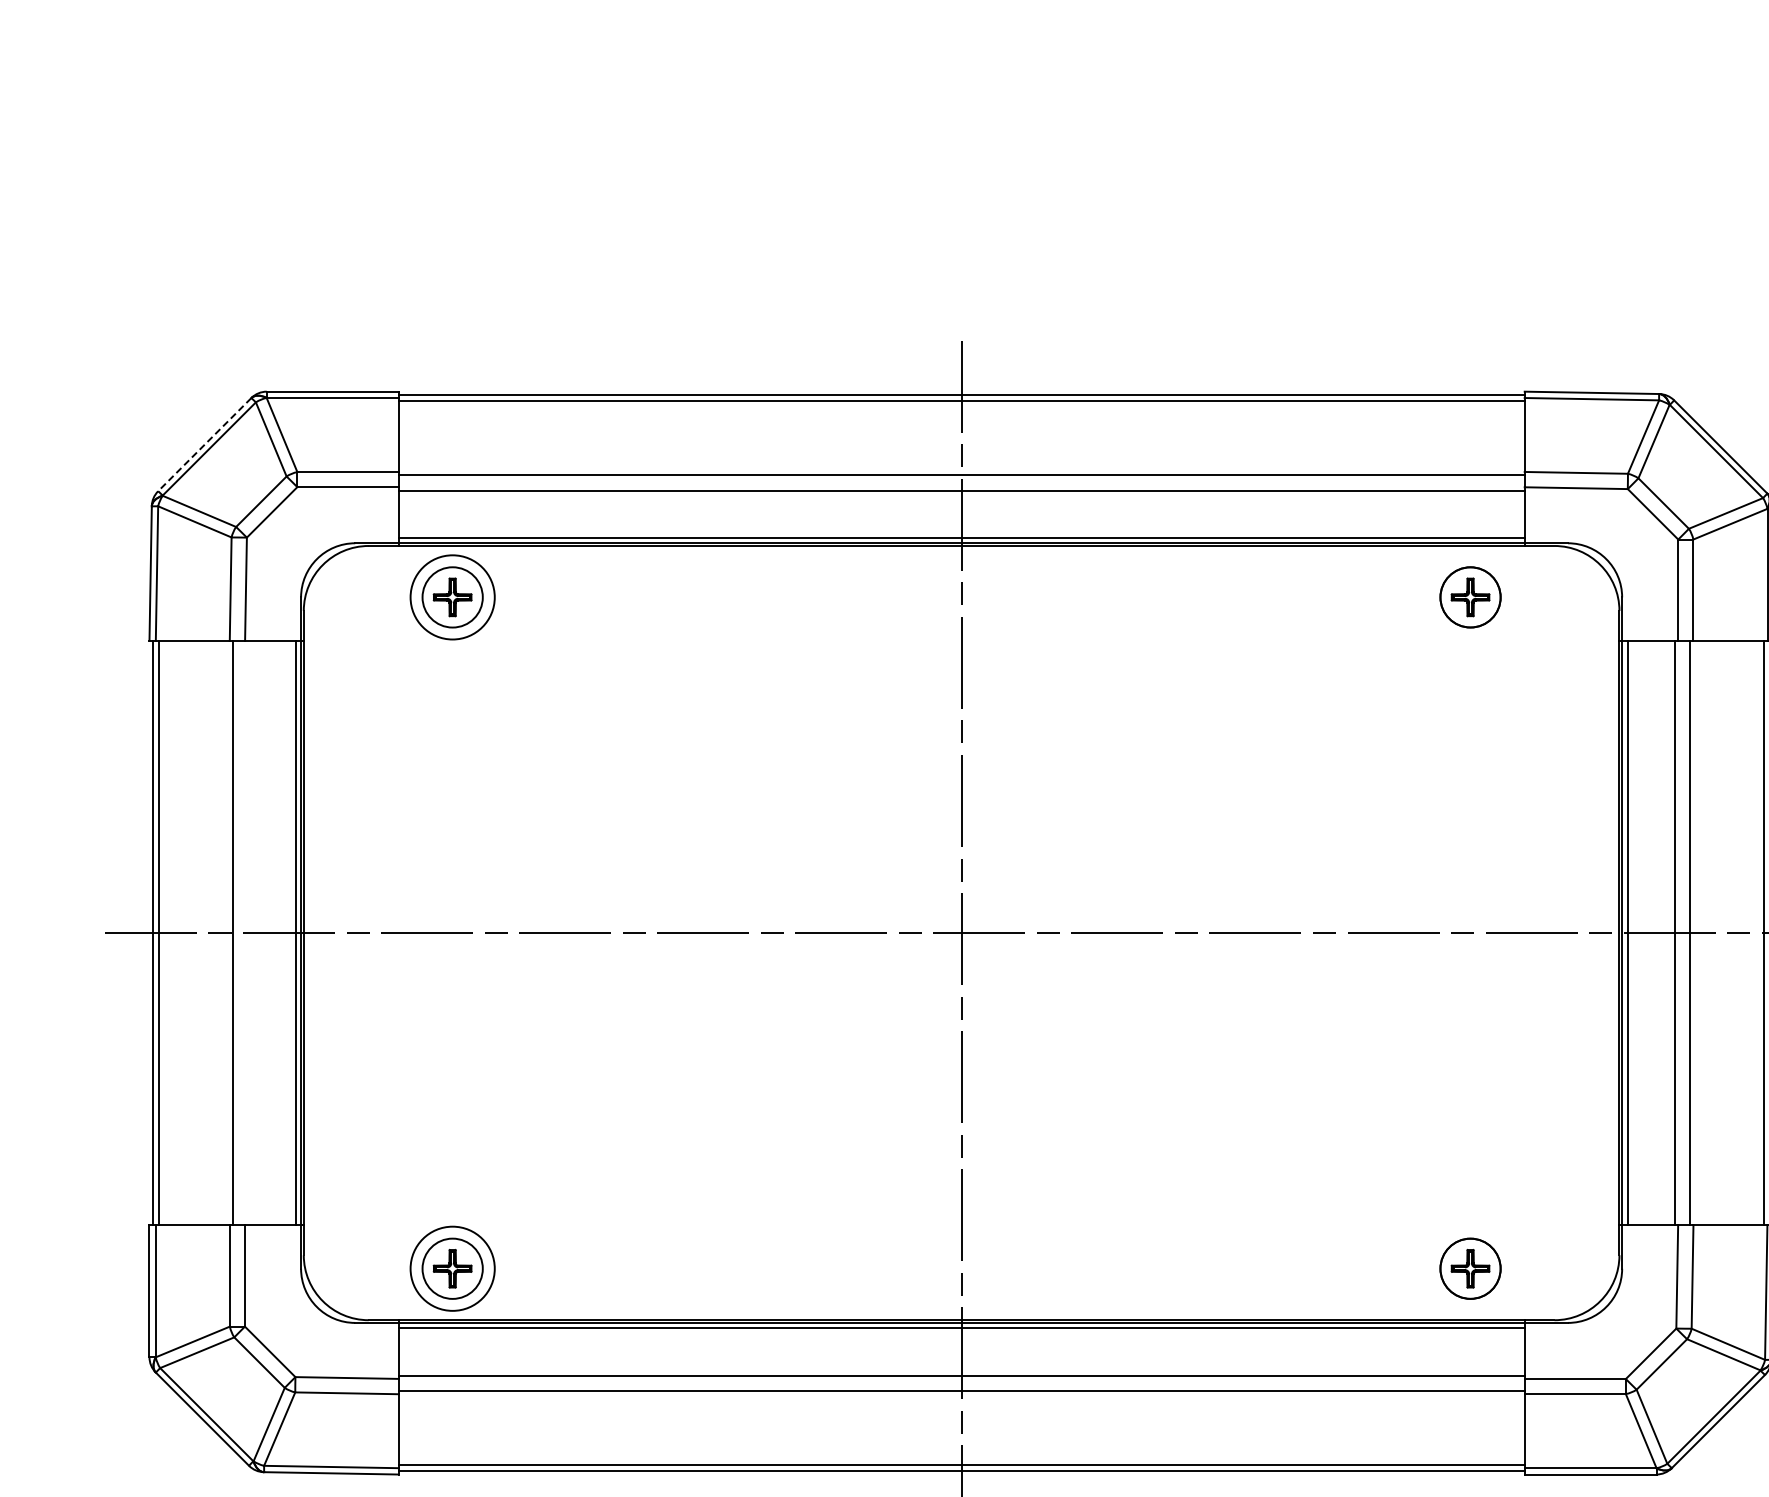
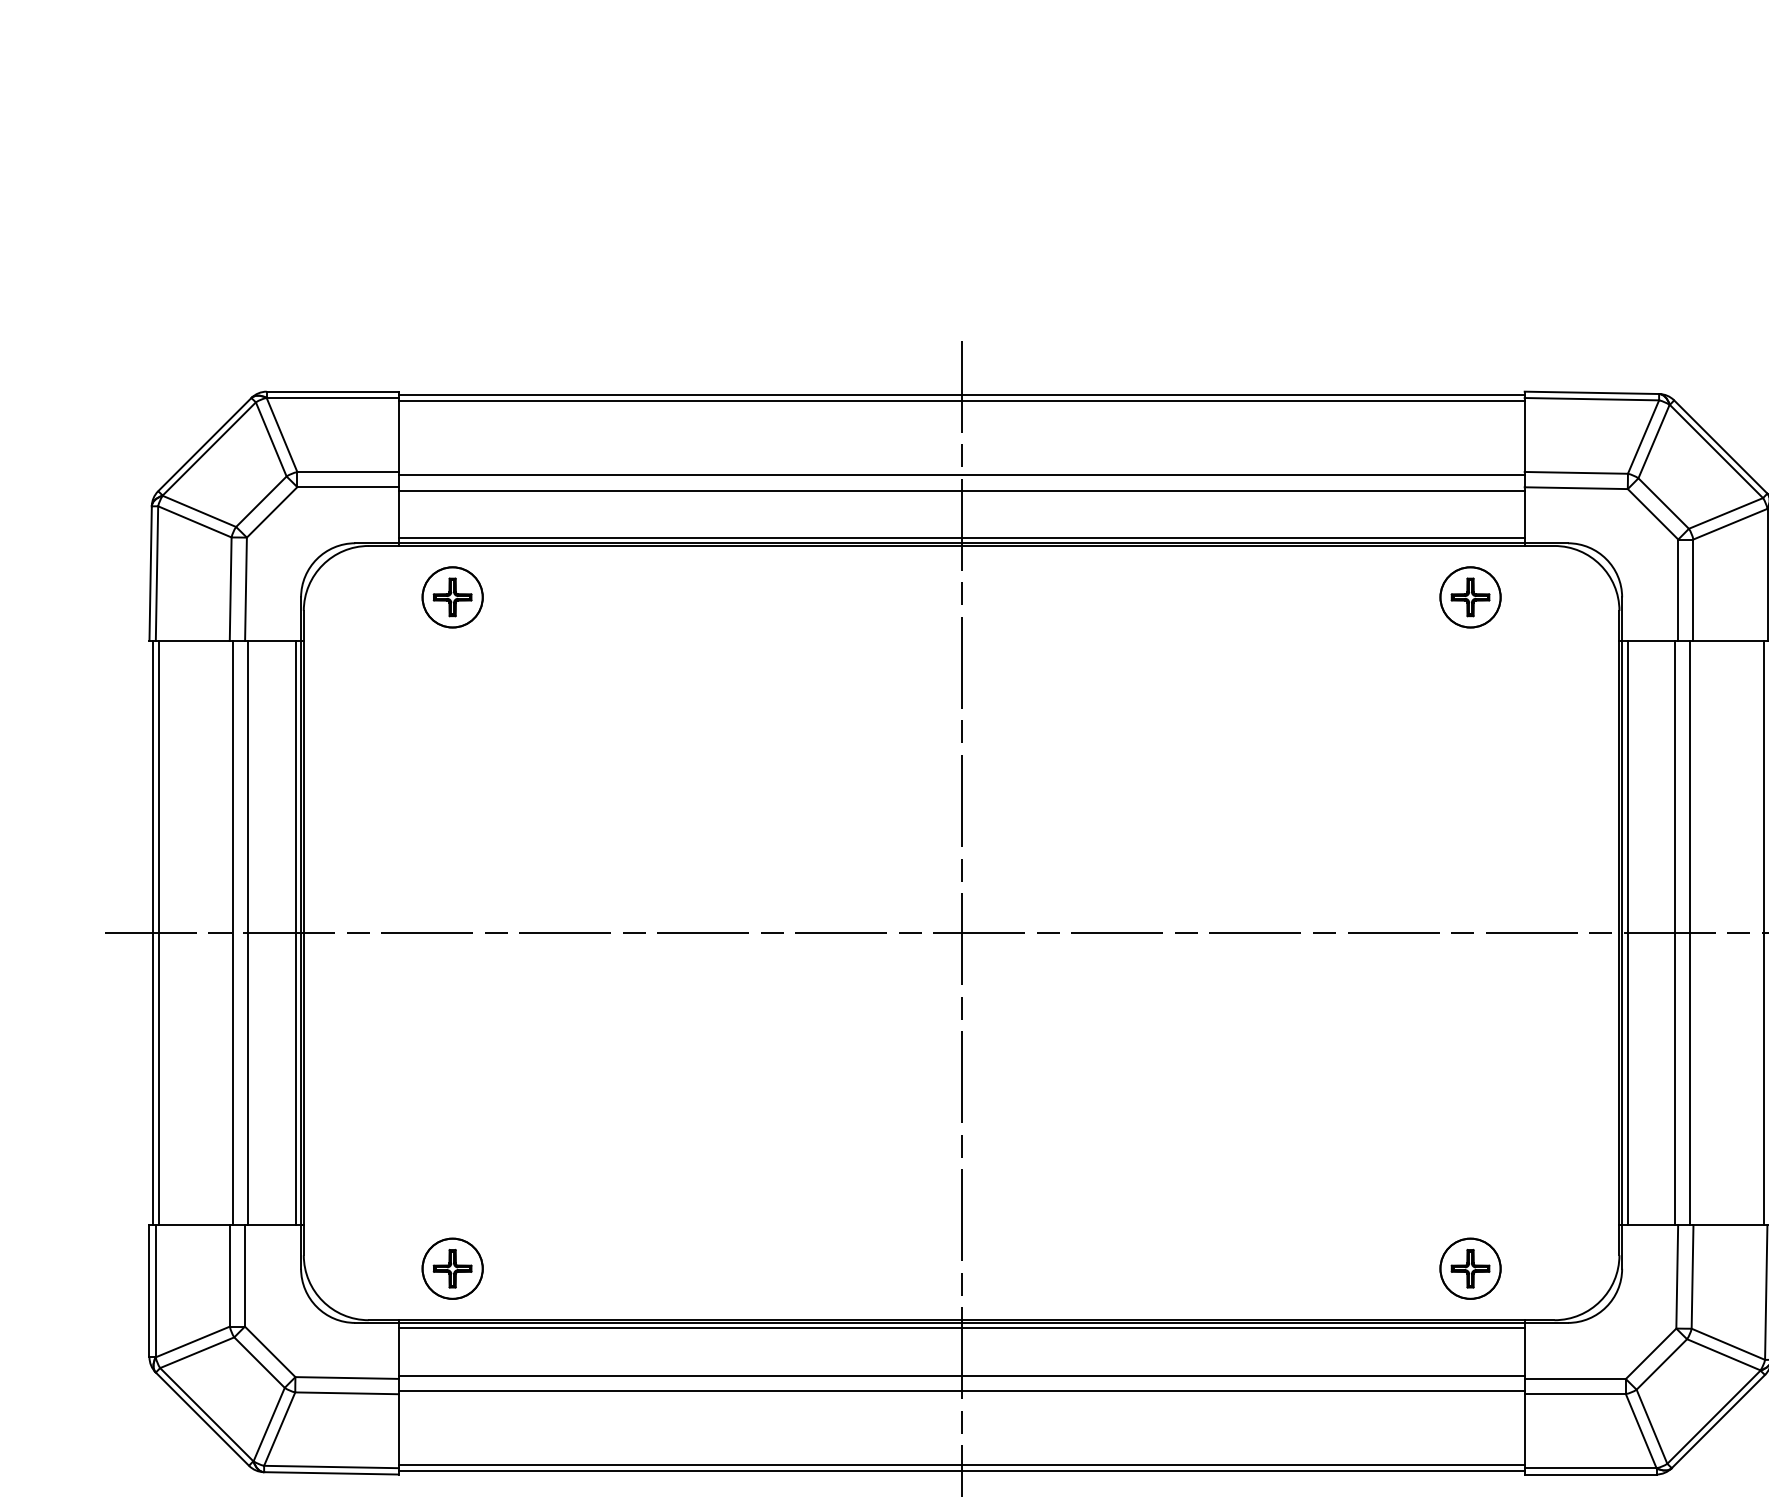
line at (204, 444): dashed -> solid
circle at (452, 597) diameter: 84 px -> 60 px
line at (248, 932): none -> present
circle at (452, 1268) diameter: 84 px -> 60 px
